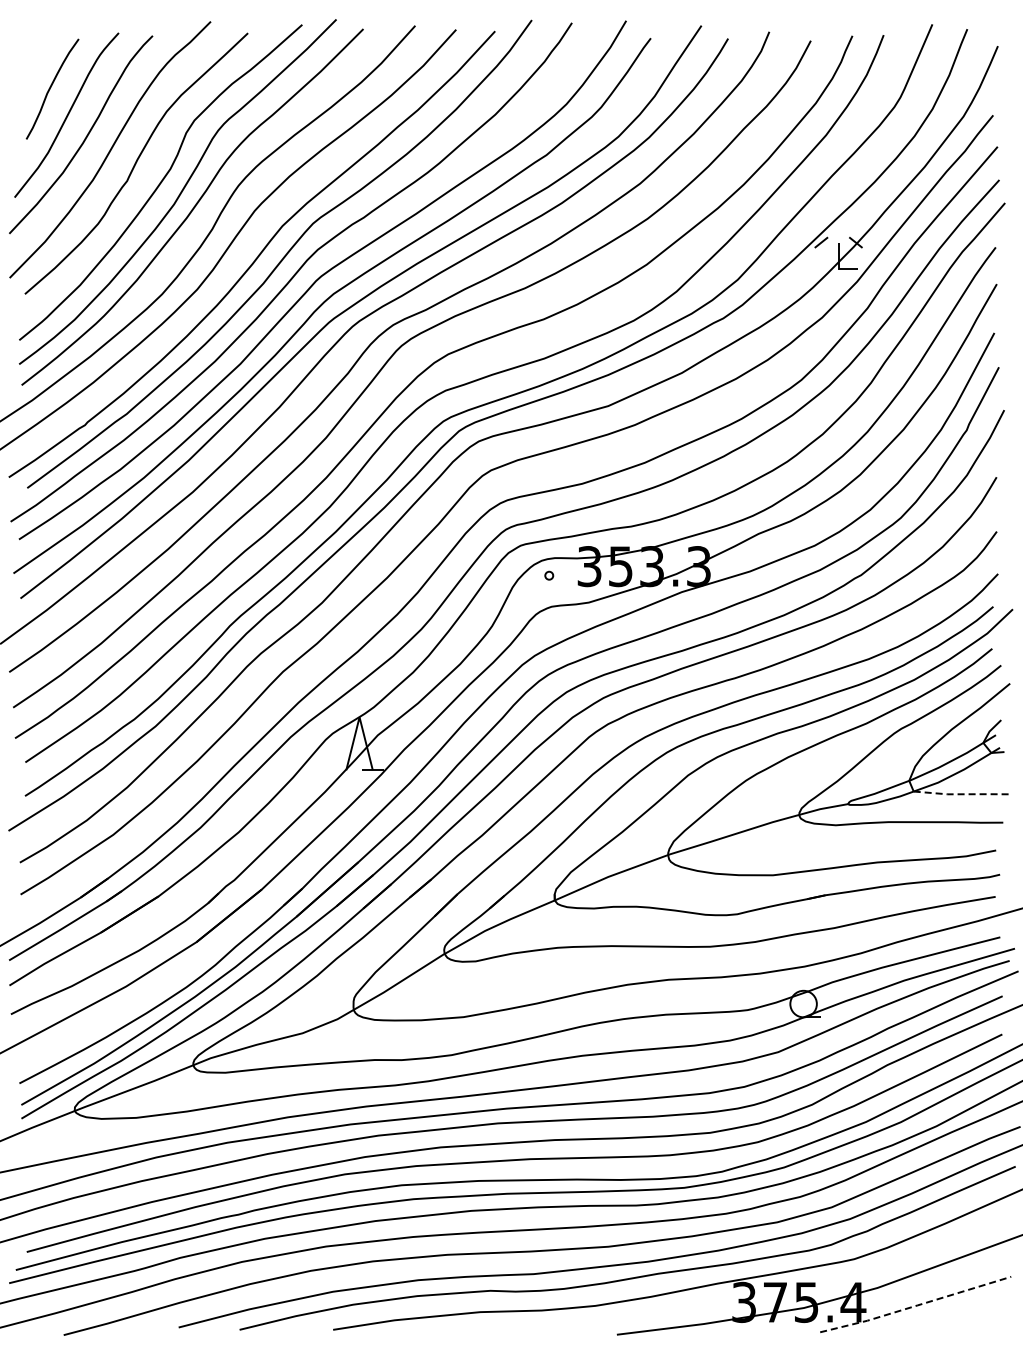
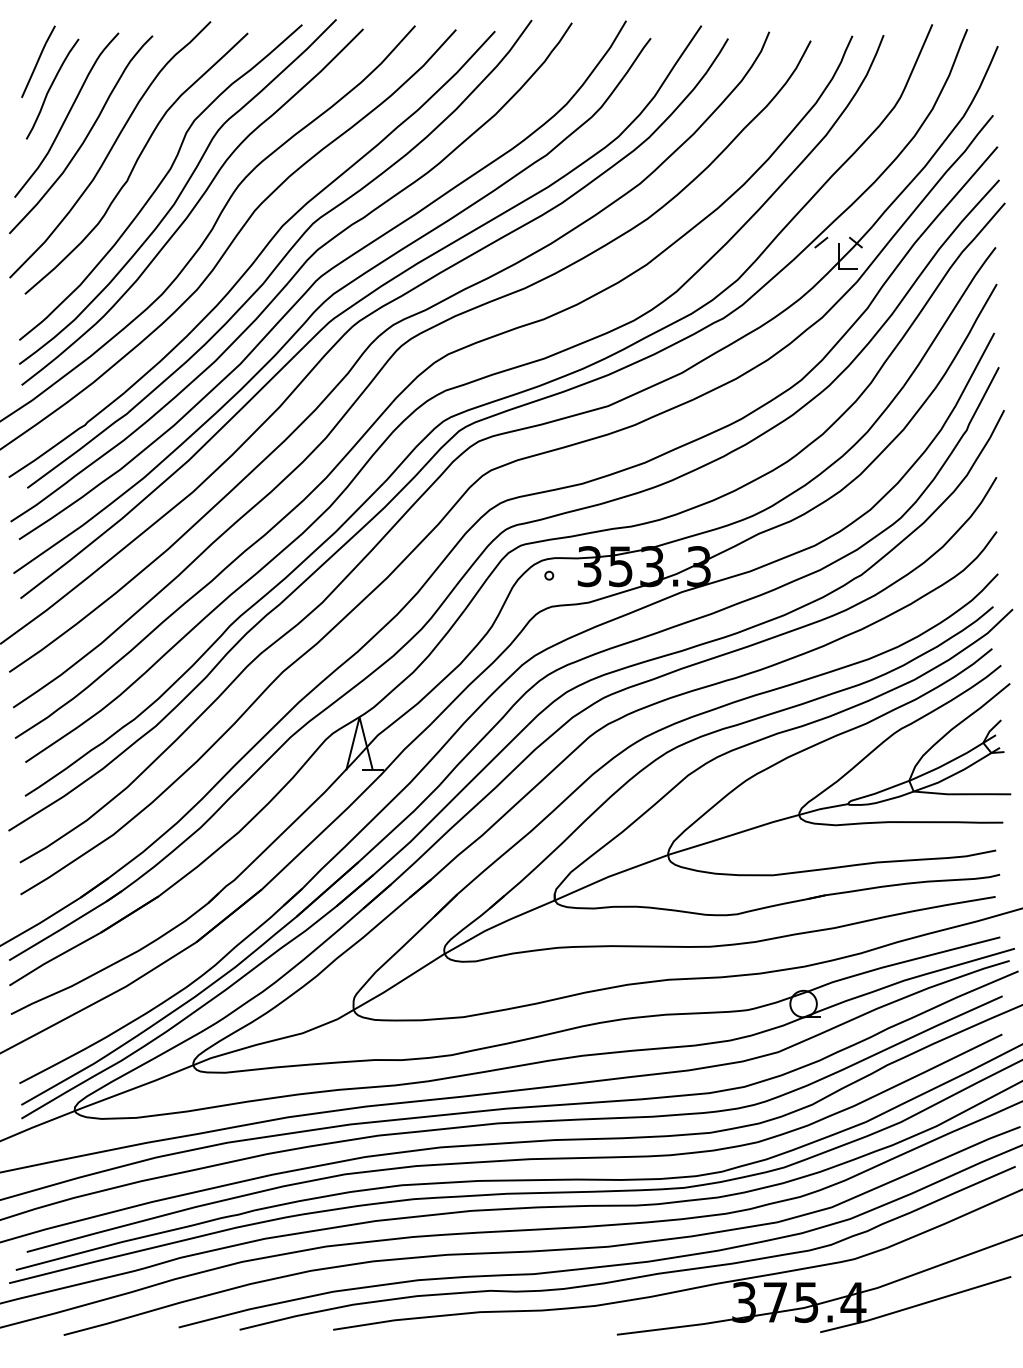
line at (38, 61): none -> present
line at (962, 794): dashed -> solid
line at (915, 1305): dashed -> solid
